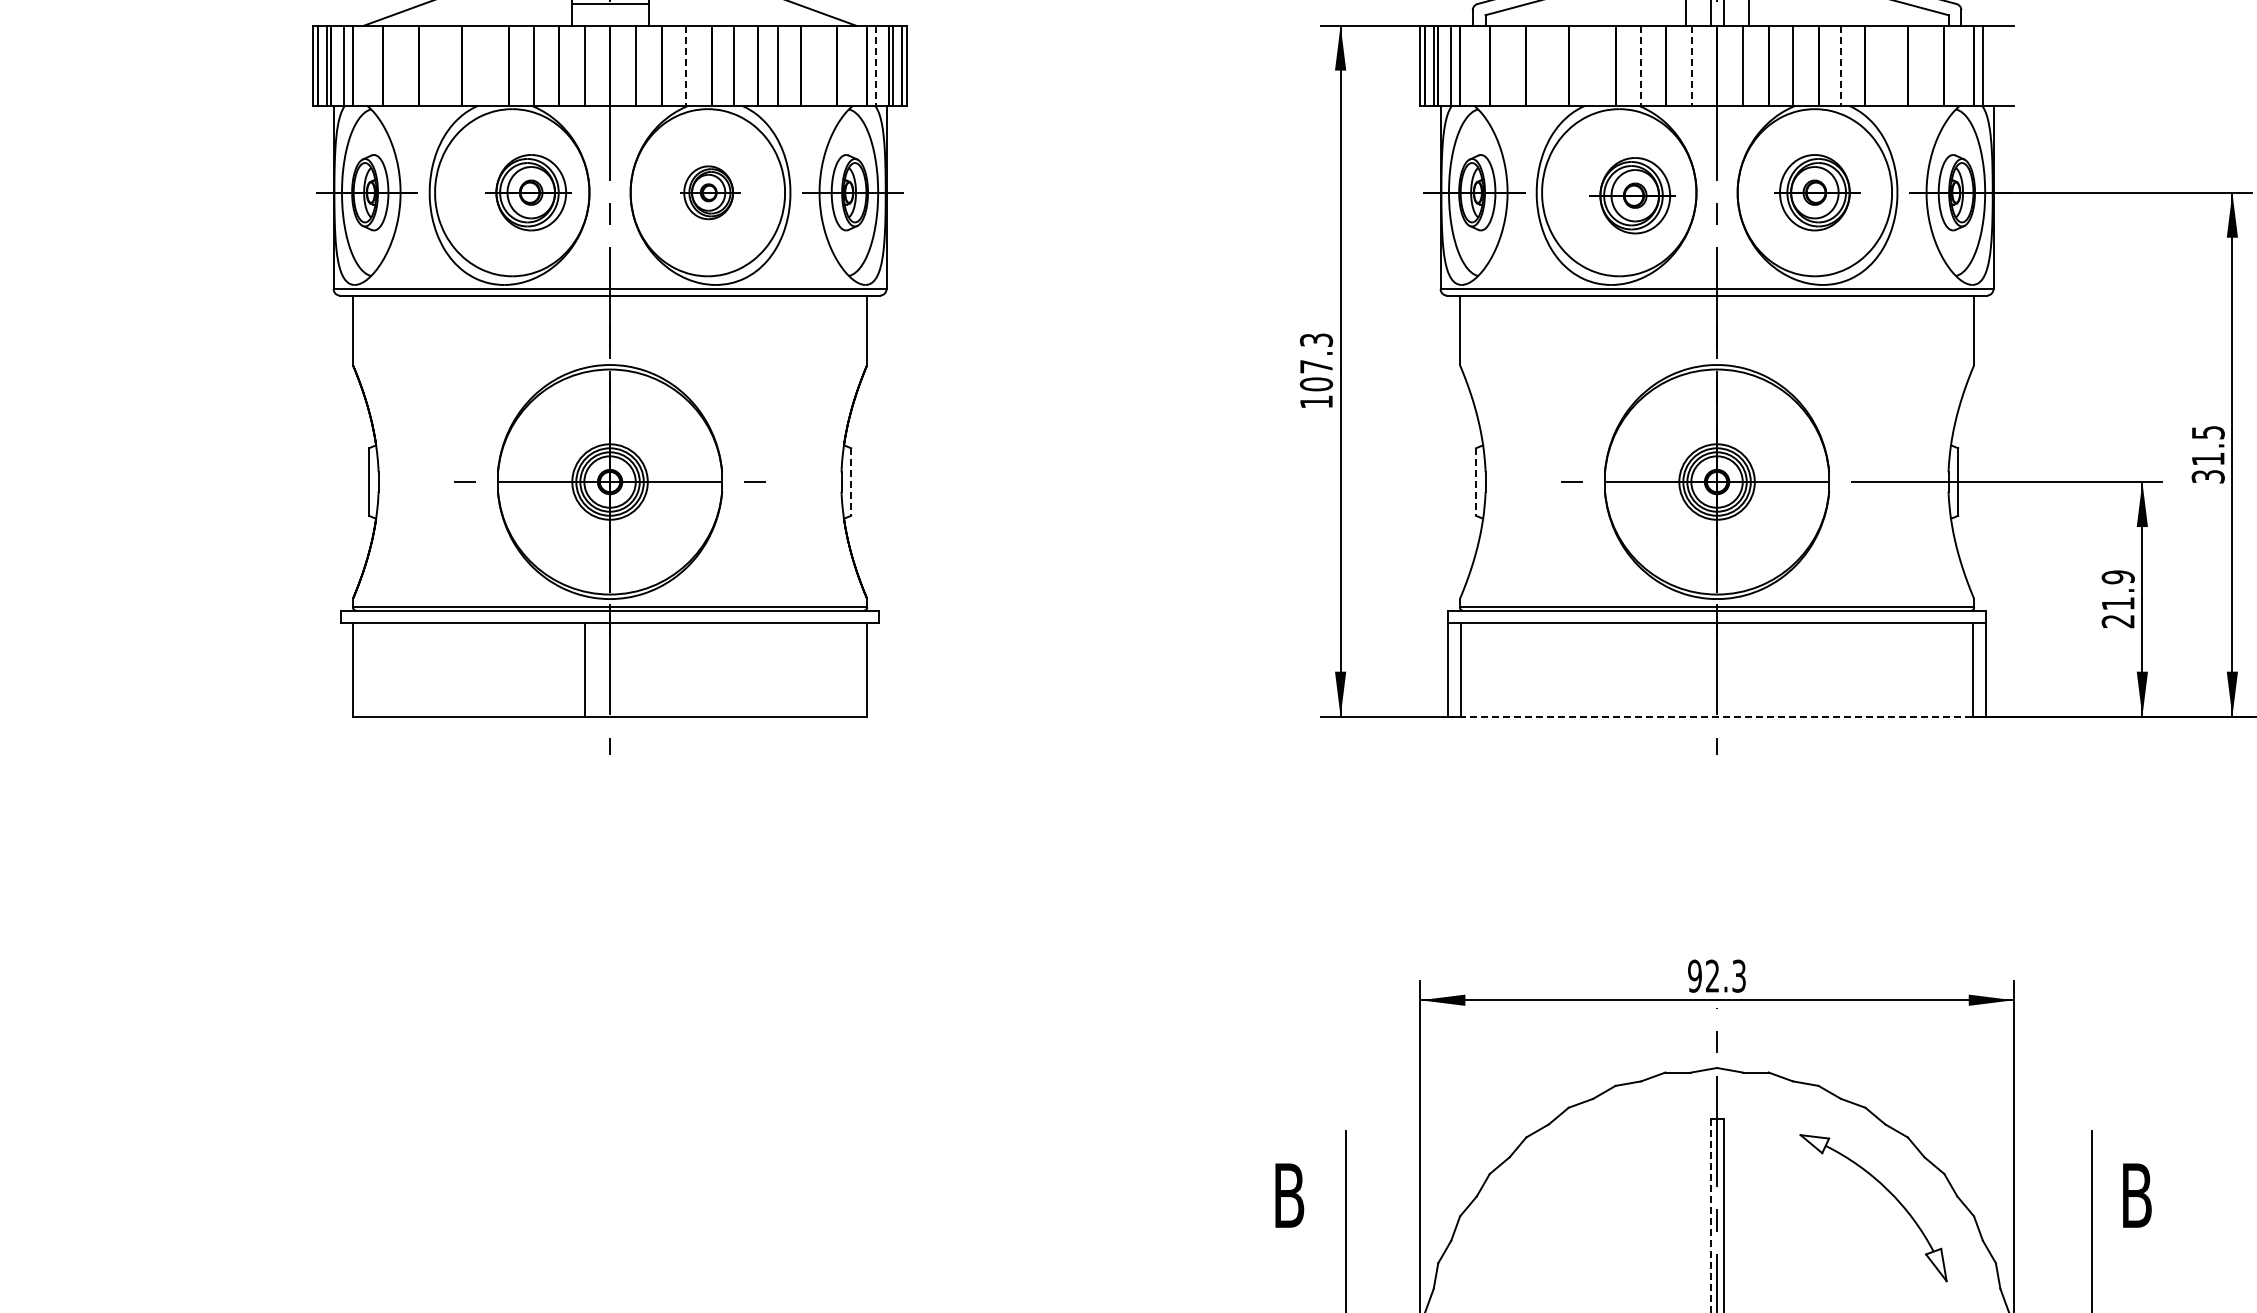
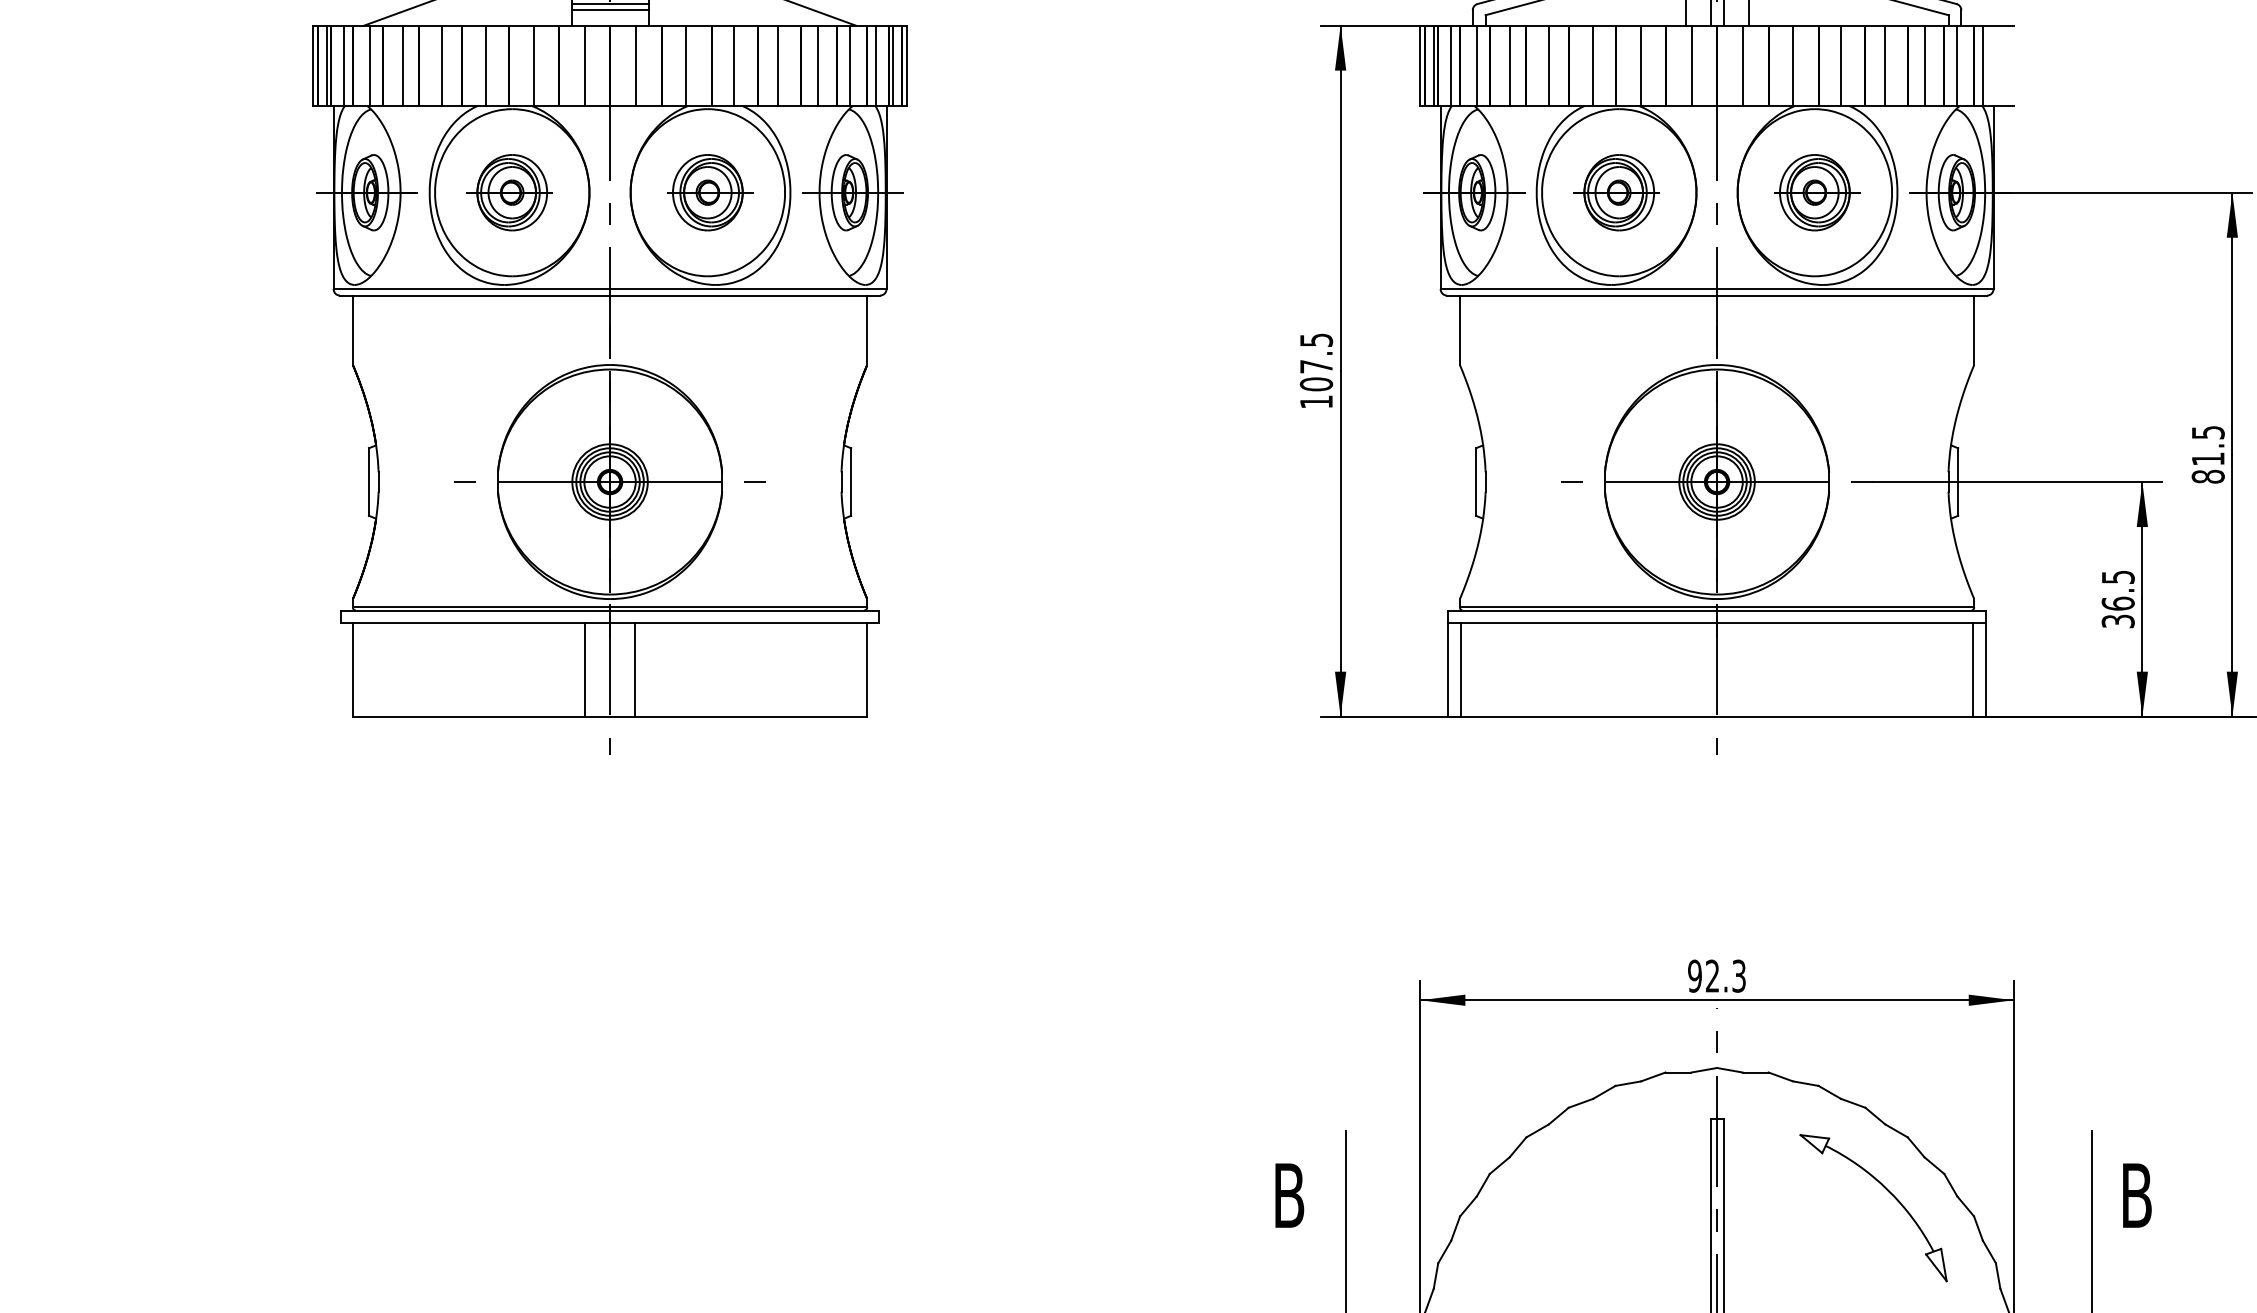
line at (609, 10): none -> present
line at (369, 65): none -> present
line at (402, 65): none -> present
line at (441, 65): none -> present
line at (486, 65): none -> present
line at (817, 65): none -> present
line at (850, 65): none -> present
line at (1476, 65): none -> present
line at (1509, 65): none -> present
line at (1548, 65): none -> present
line at (1593, 65): none -> present
line at (1885, 65): none -> present
line at (1924, 65): none -> present
line at (1957, 65): none -> present
line at (686, 66): dashed -> solid
line at (875, 66): dashed -> solid
line at (1641, 66): dashed -> solid
line at (1691, 66): dashed -> solid
line at (1841, 66): dashed -> solid
part at (528, 192) position: (528, 192) -> (509, 192)
part at (710, 192) size: 61x56 px -> 87x78 px
part at (1632, 195) position: (1632, 195) -> (1616, 192)
text at (1315, 339): 107.3 -> 107.5
text at (2207, 476): 31.5 -> 81.5
line at (851, 482): dashed -> solid
line at (1475, 482): dashed -> solid
text at (2117, 599): 21.9 -> 36.5
line at (635, 669): none -> present
line at (1717, 716): dashed -> solid
line at (1710, 1215): dashed -> solid
